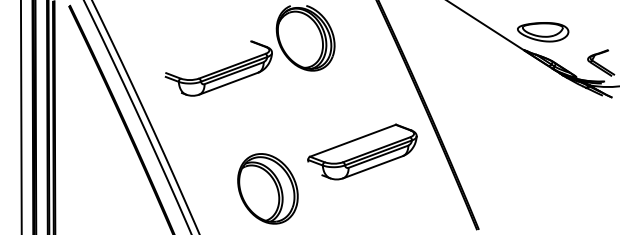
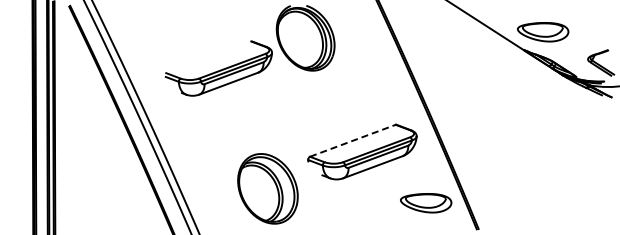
line at (20, 116): present -> none
line at (352, 140): solid -> dashed
part at (426, 203): none -> present
